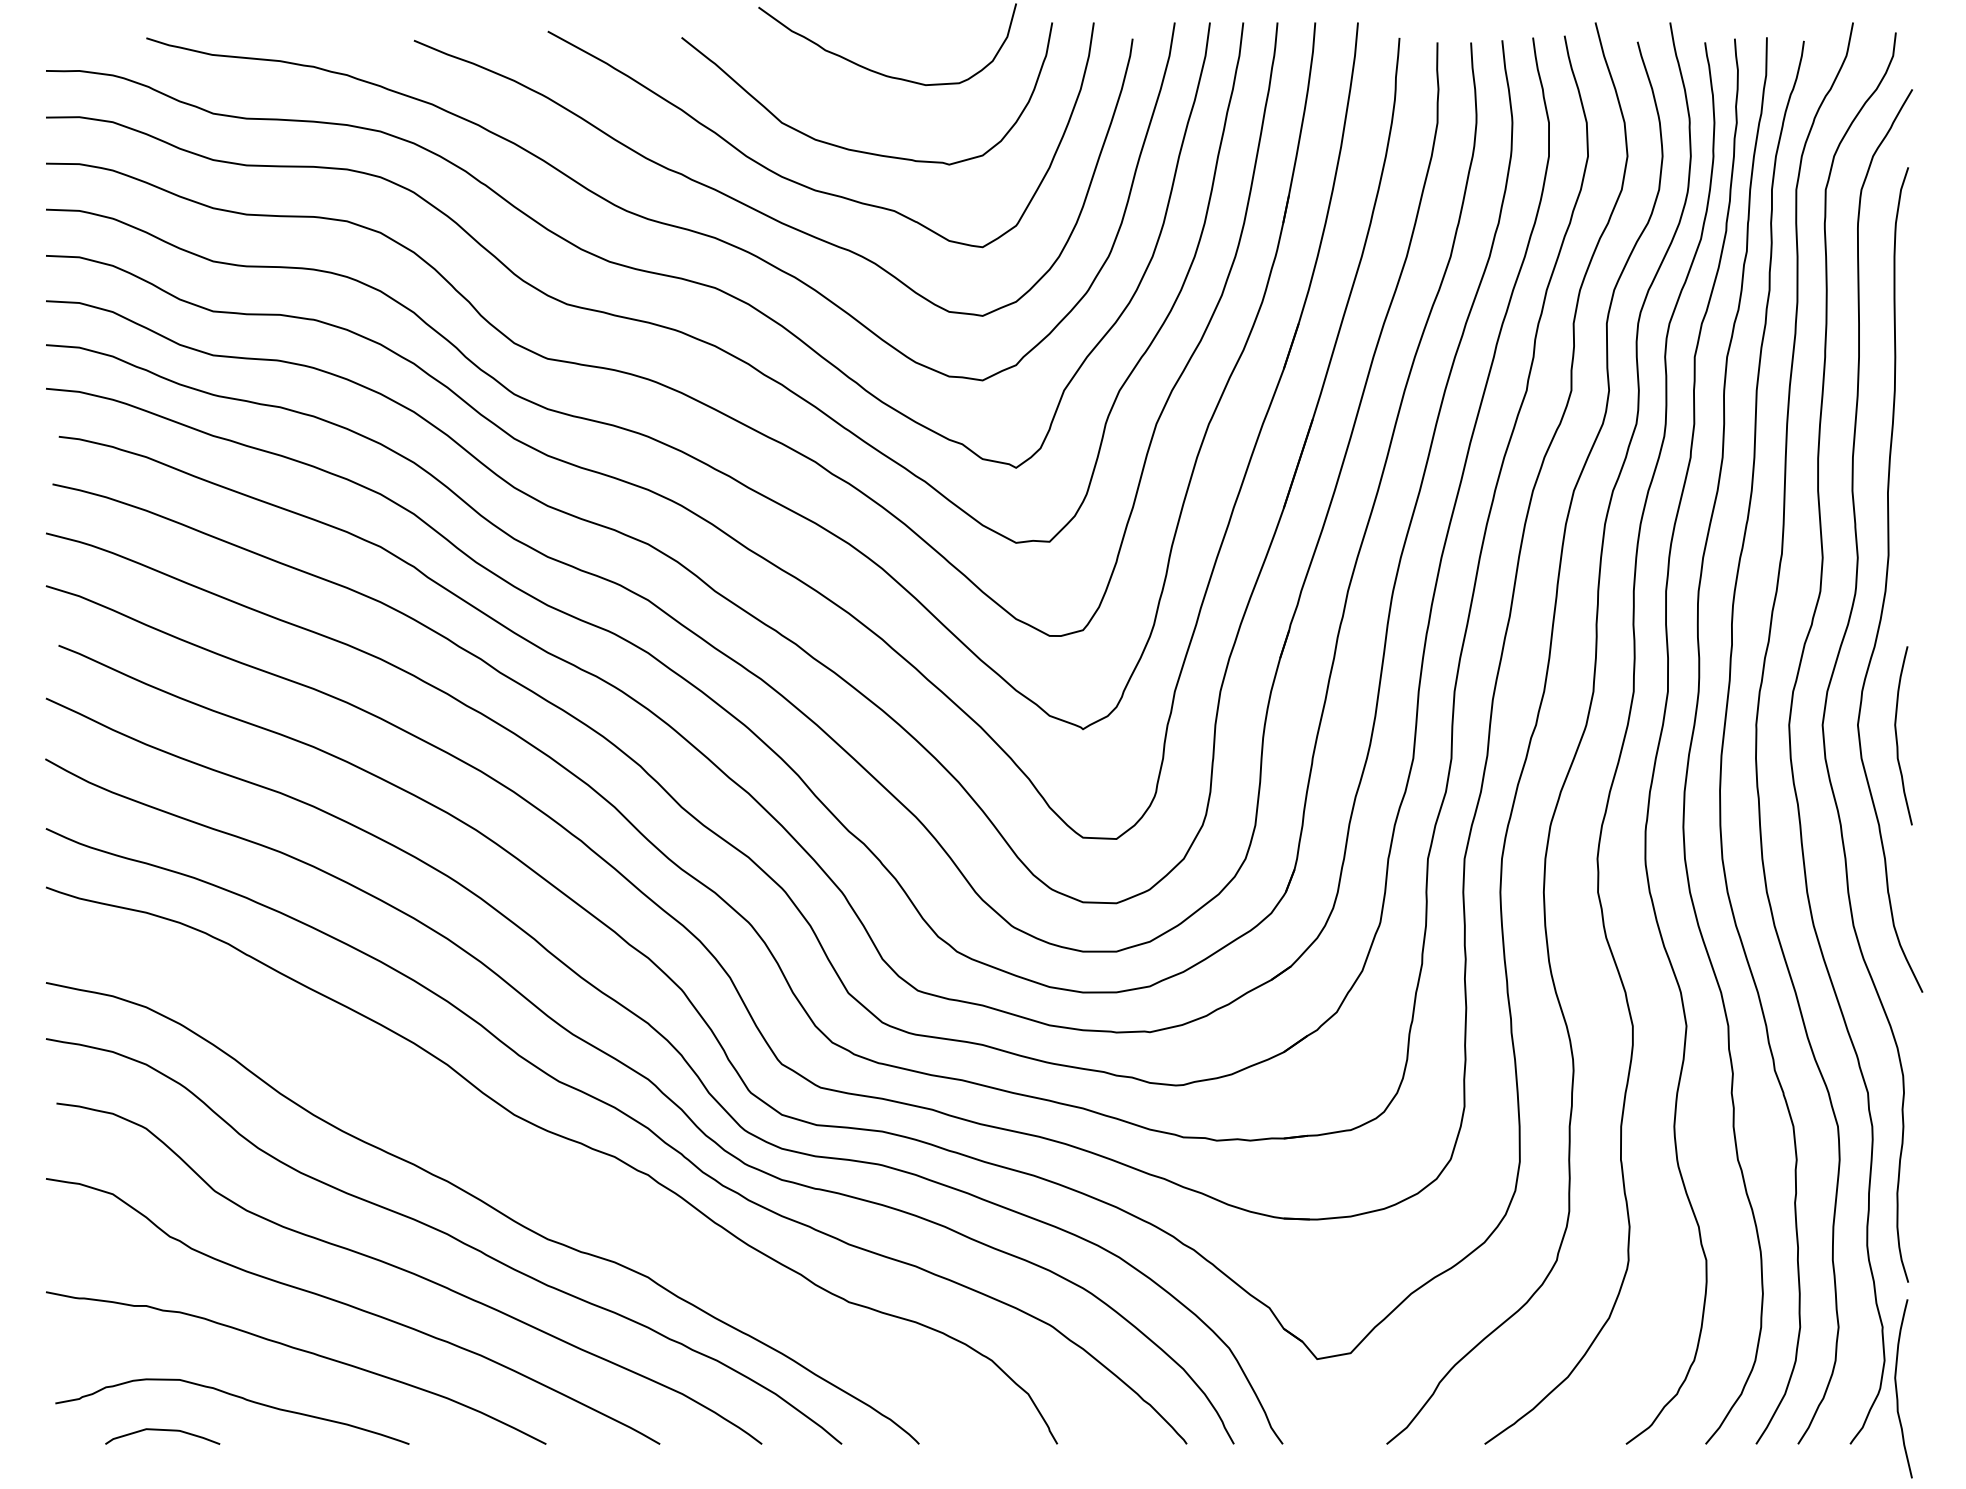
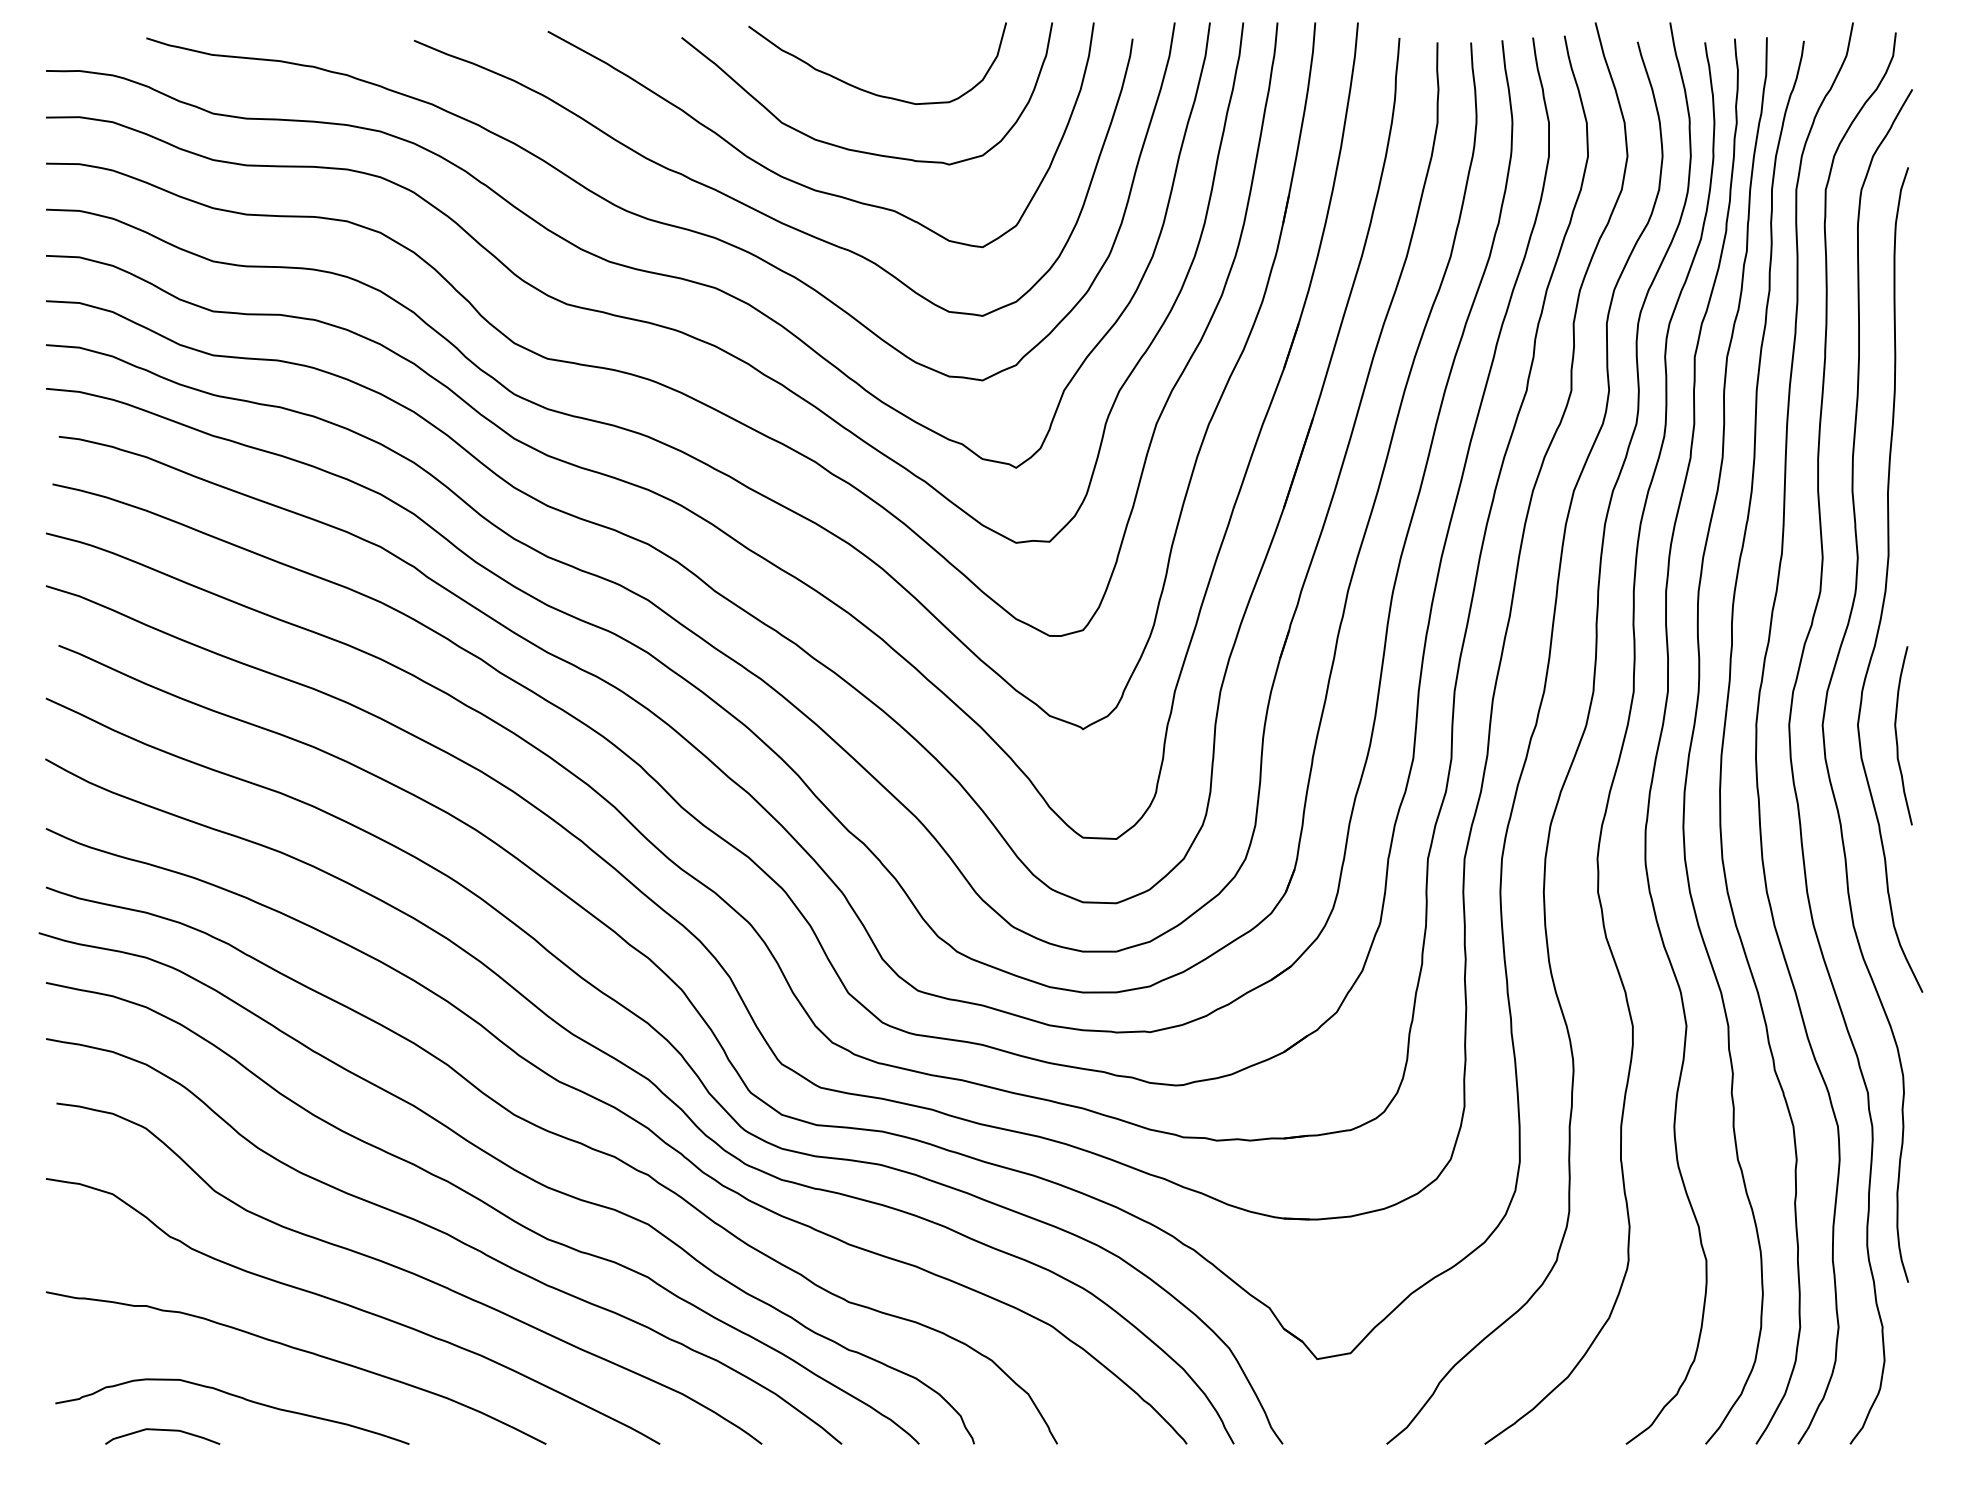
curve at (877, 71) position: (877, 71) -> (867, 90)
curve at (518, 1173): none -> present
curve at (1897, 1388): present -> none
